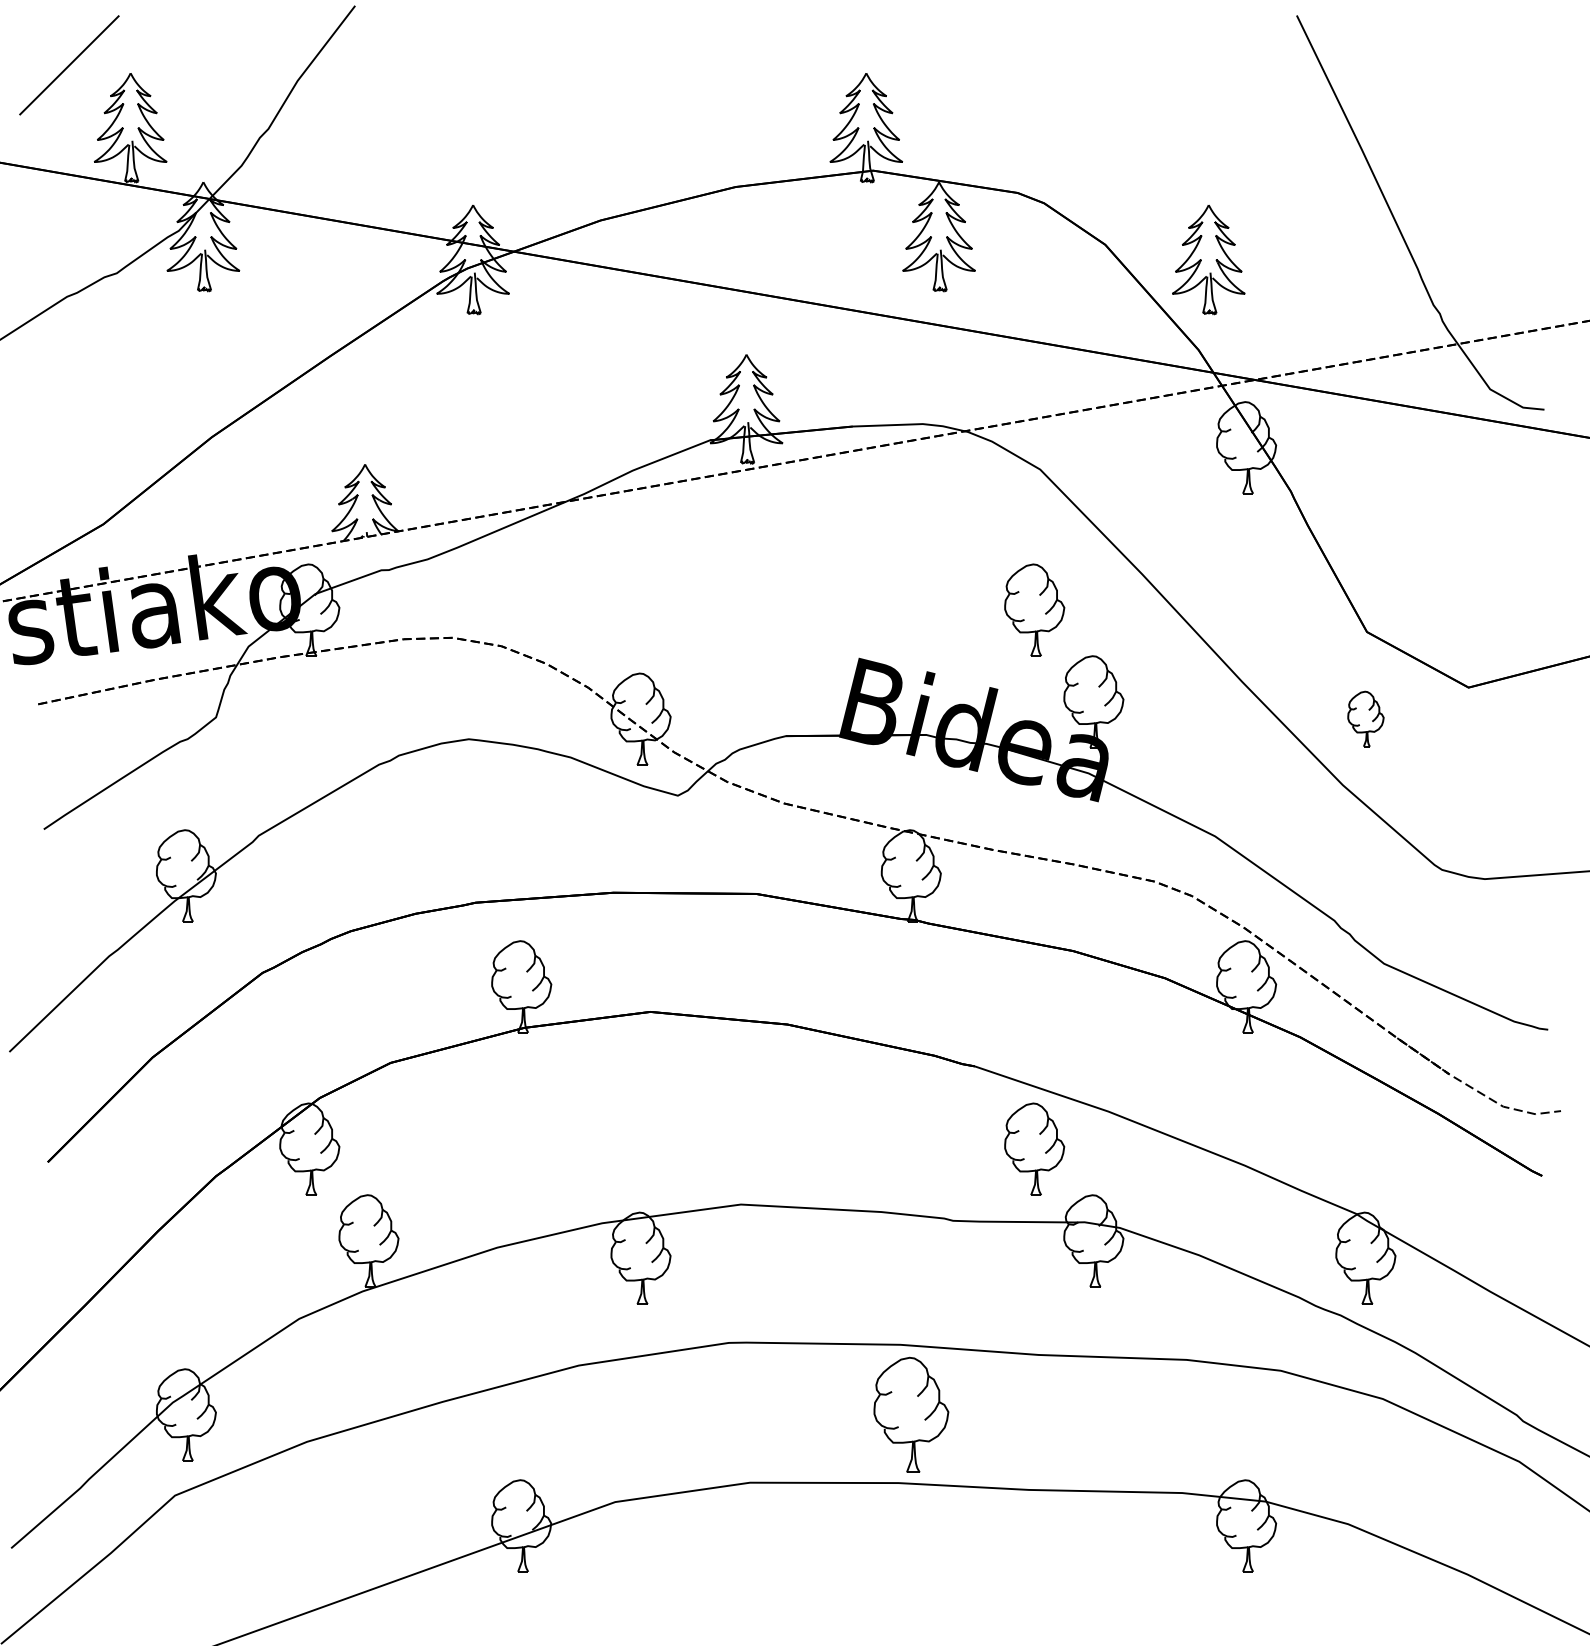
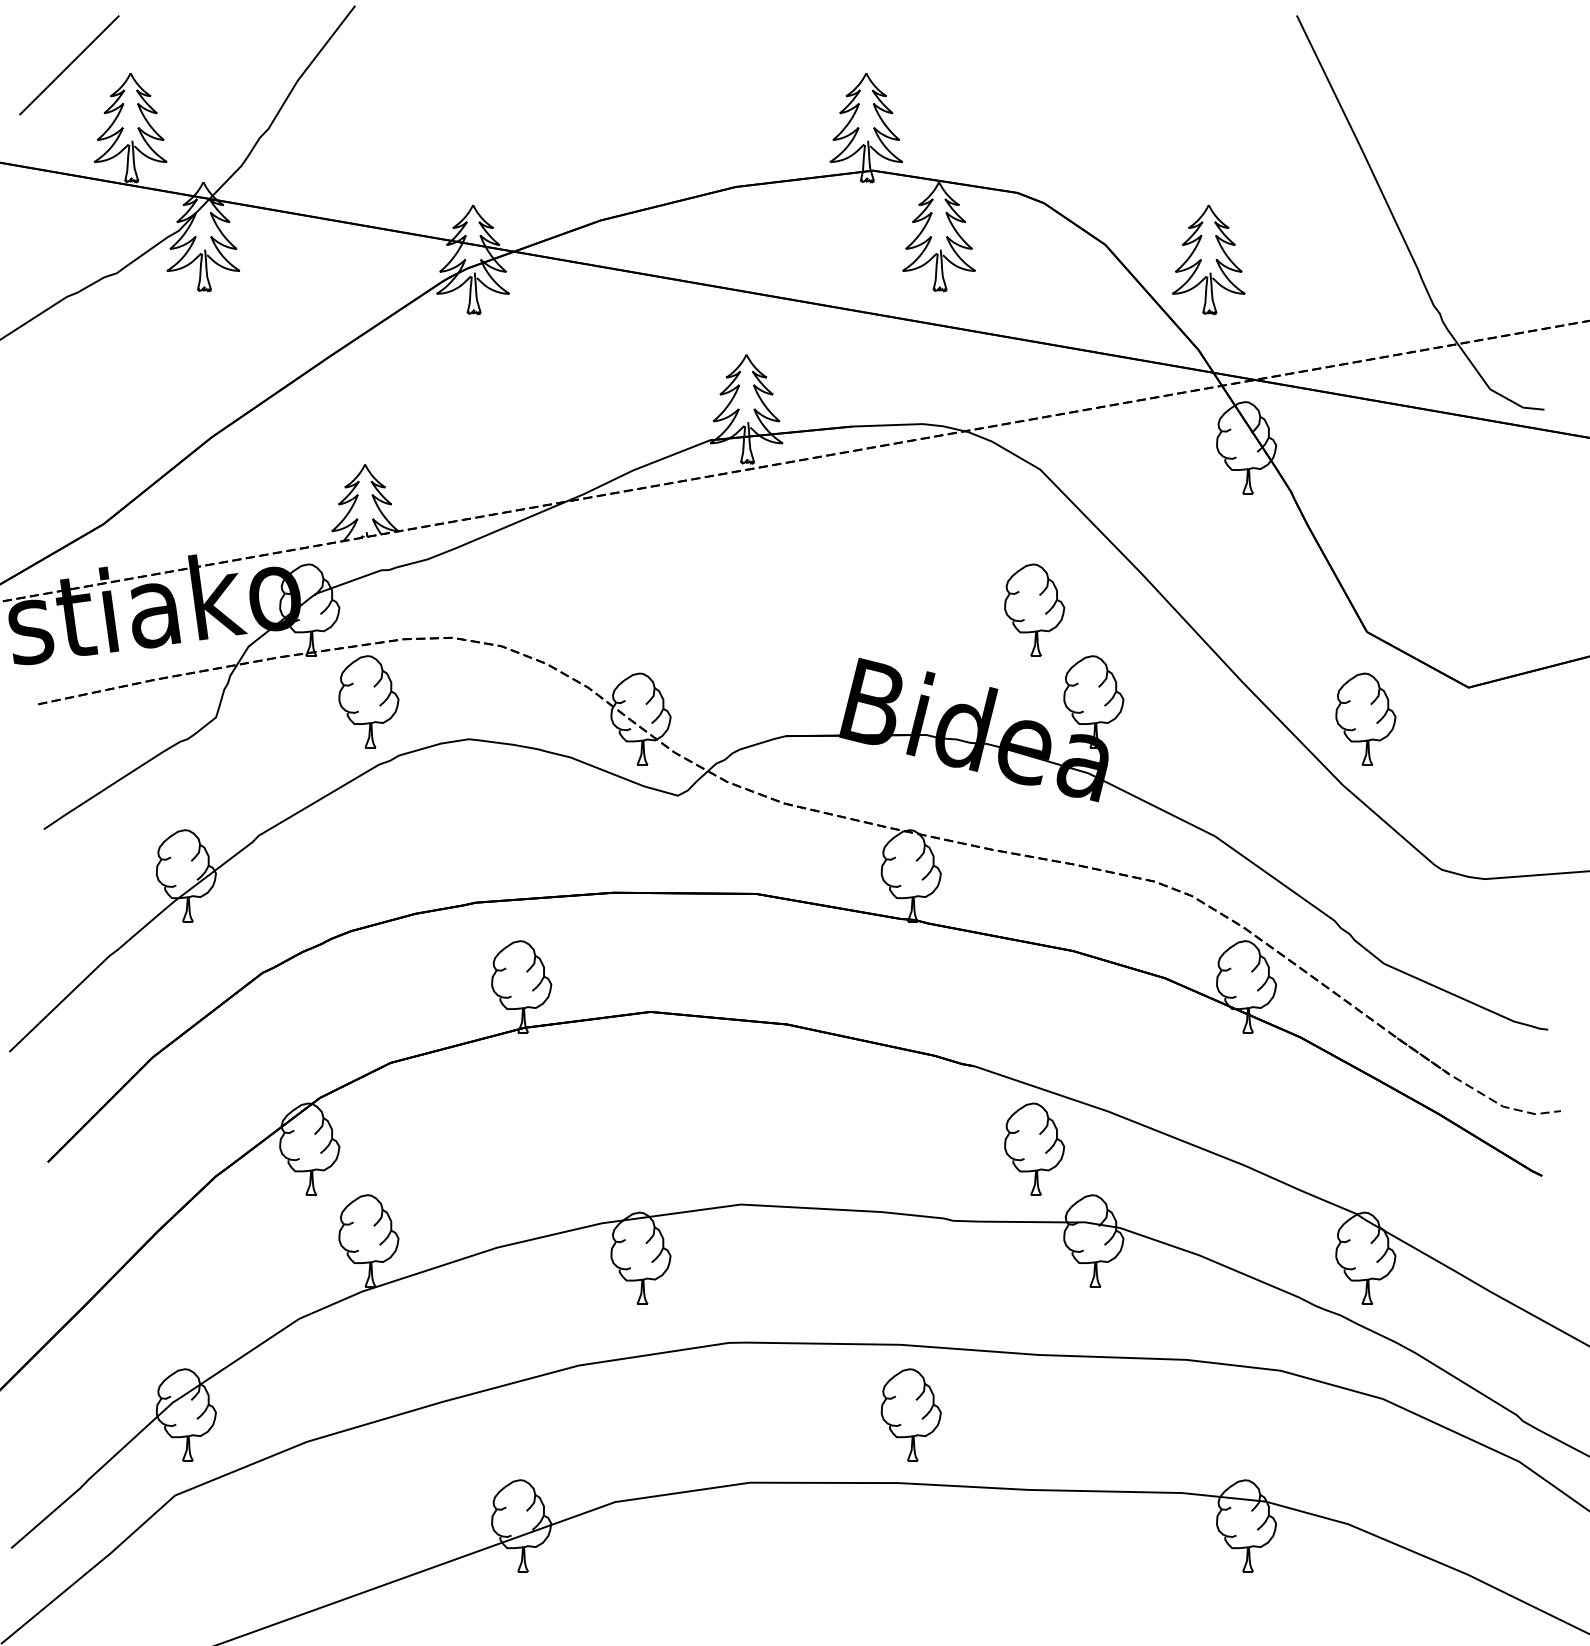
part at (368, 701): none -> present
part at (1365, 718) size: 38x58 px -> 62x94 px
part at (911, 1414) size: 77x117 px -> 62x94 px
